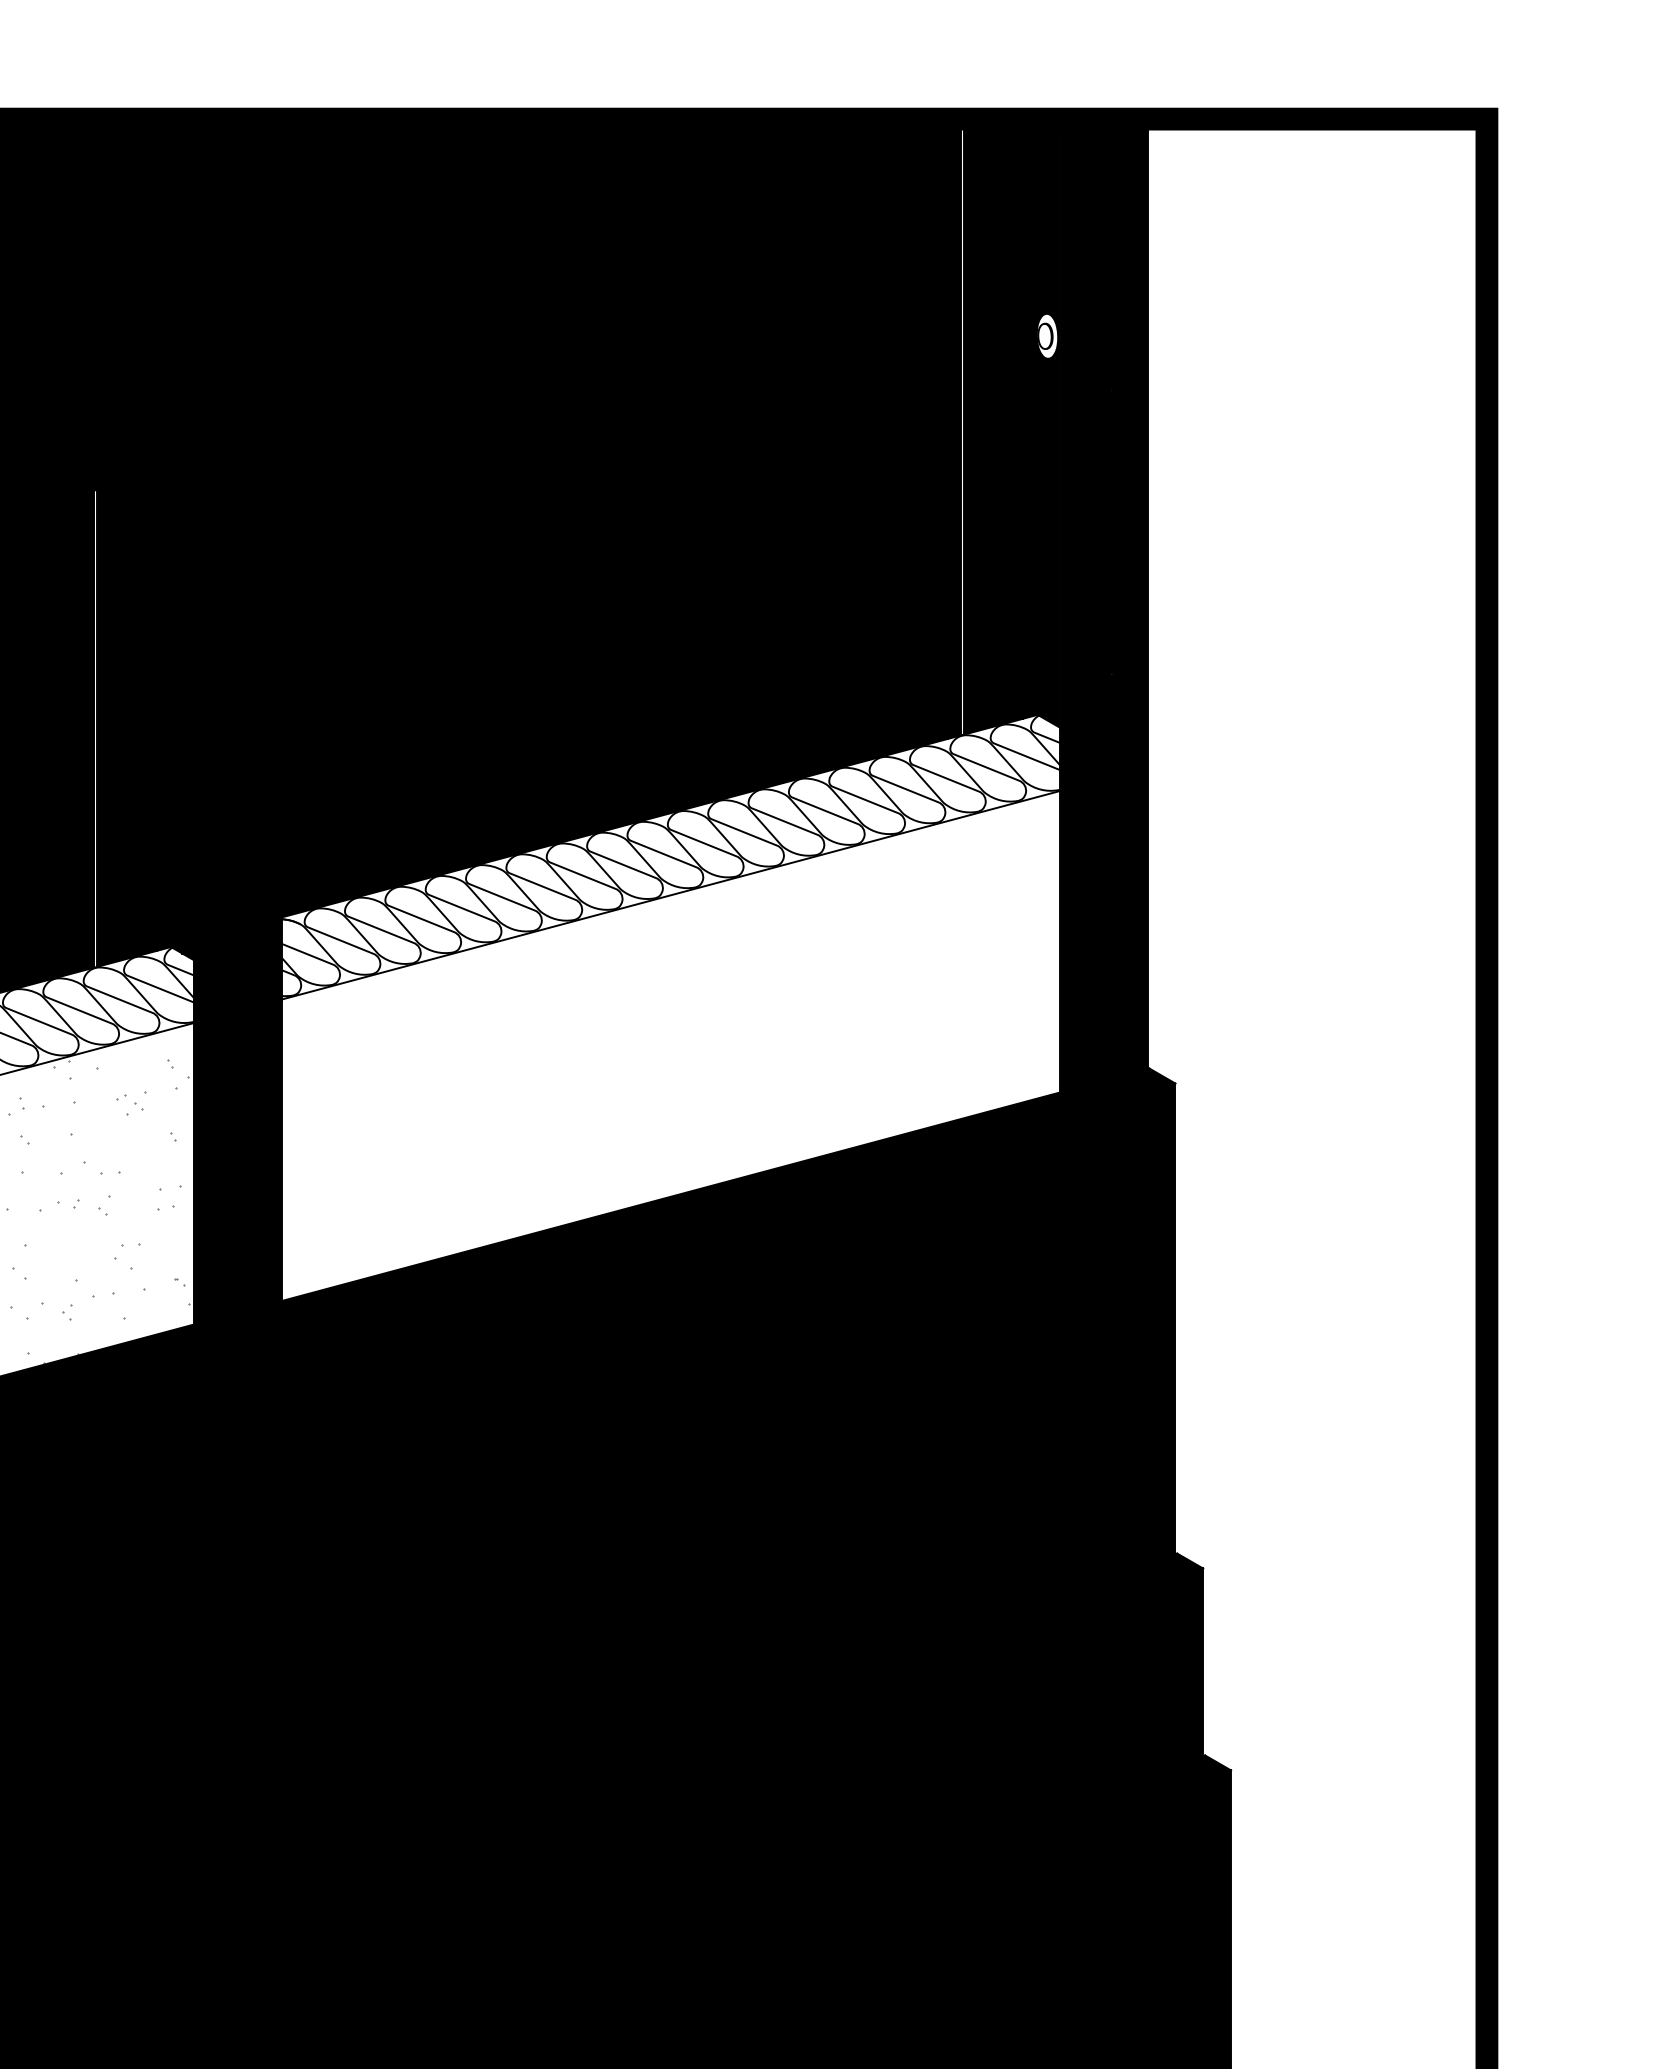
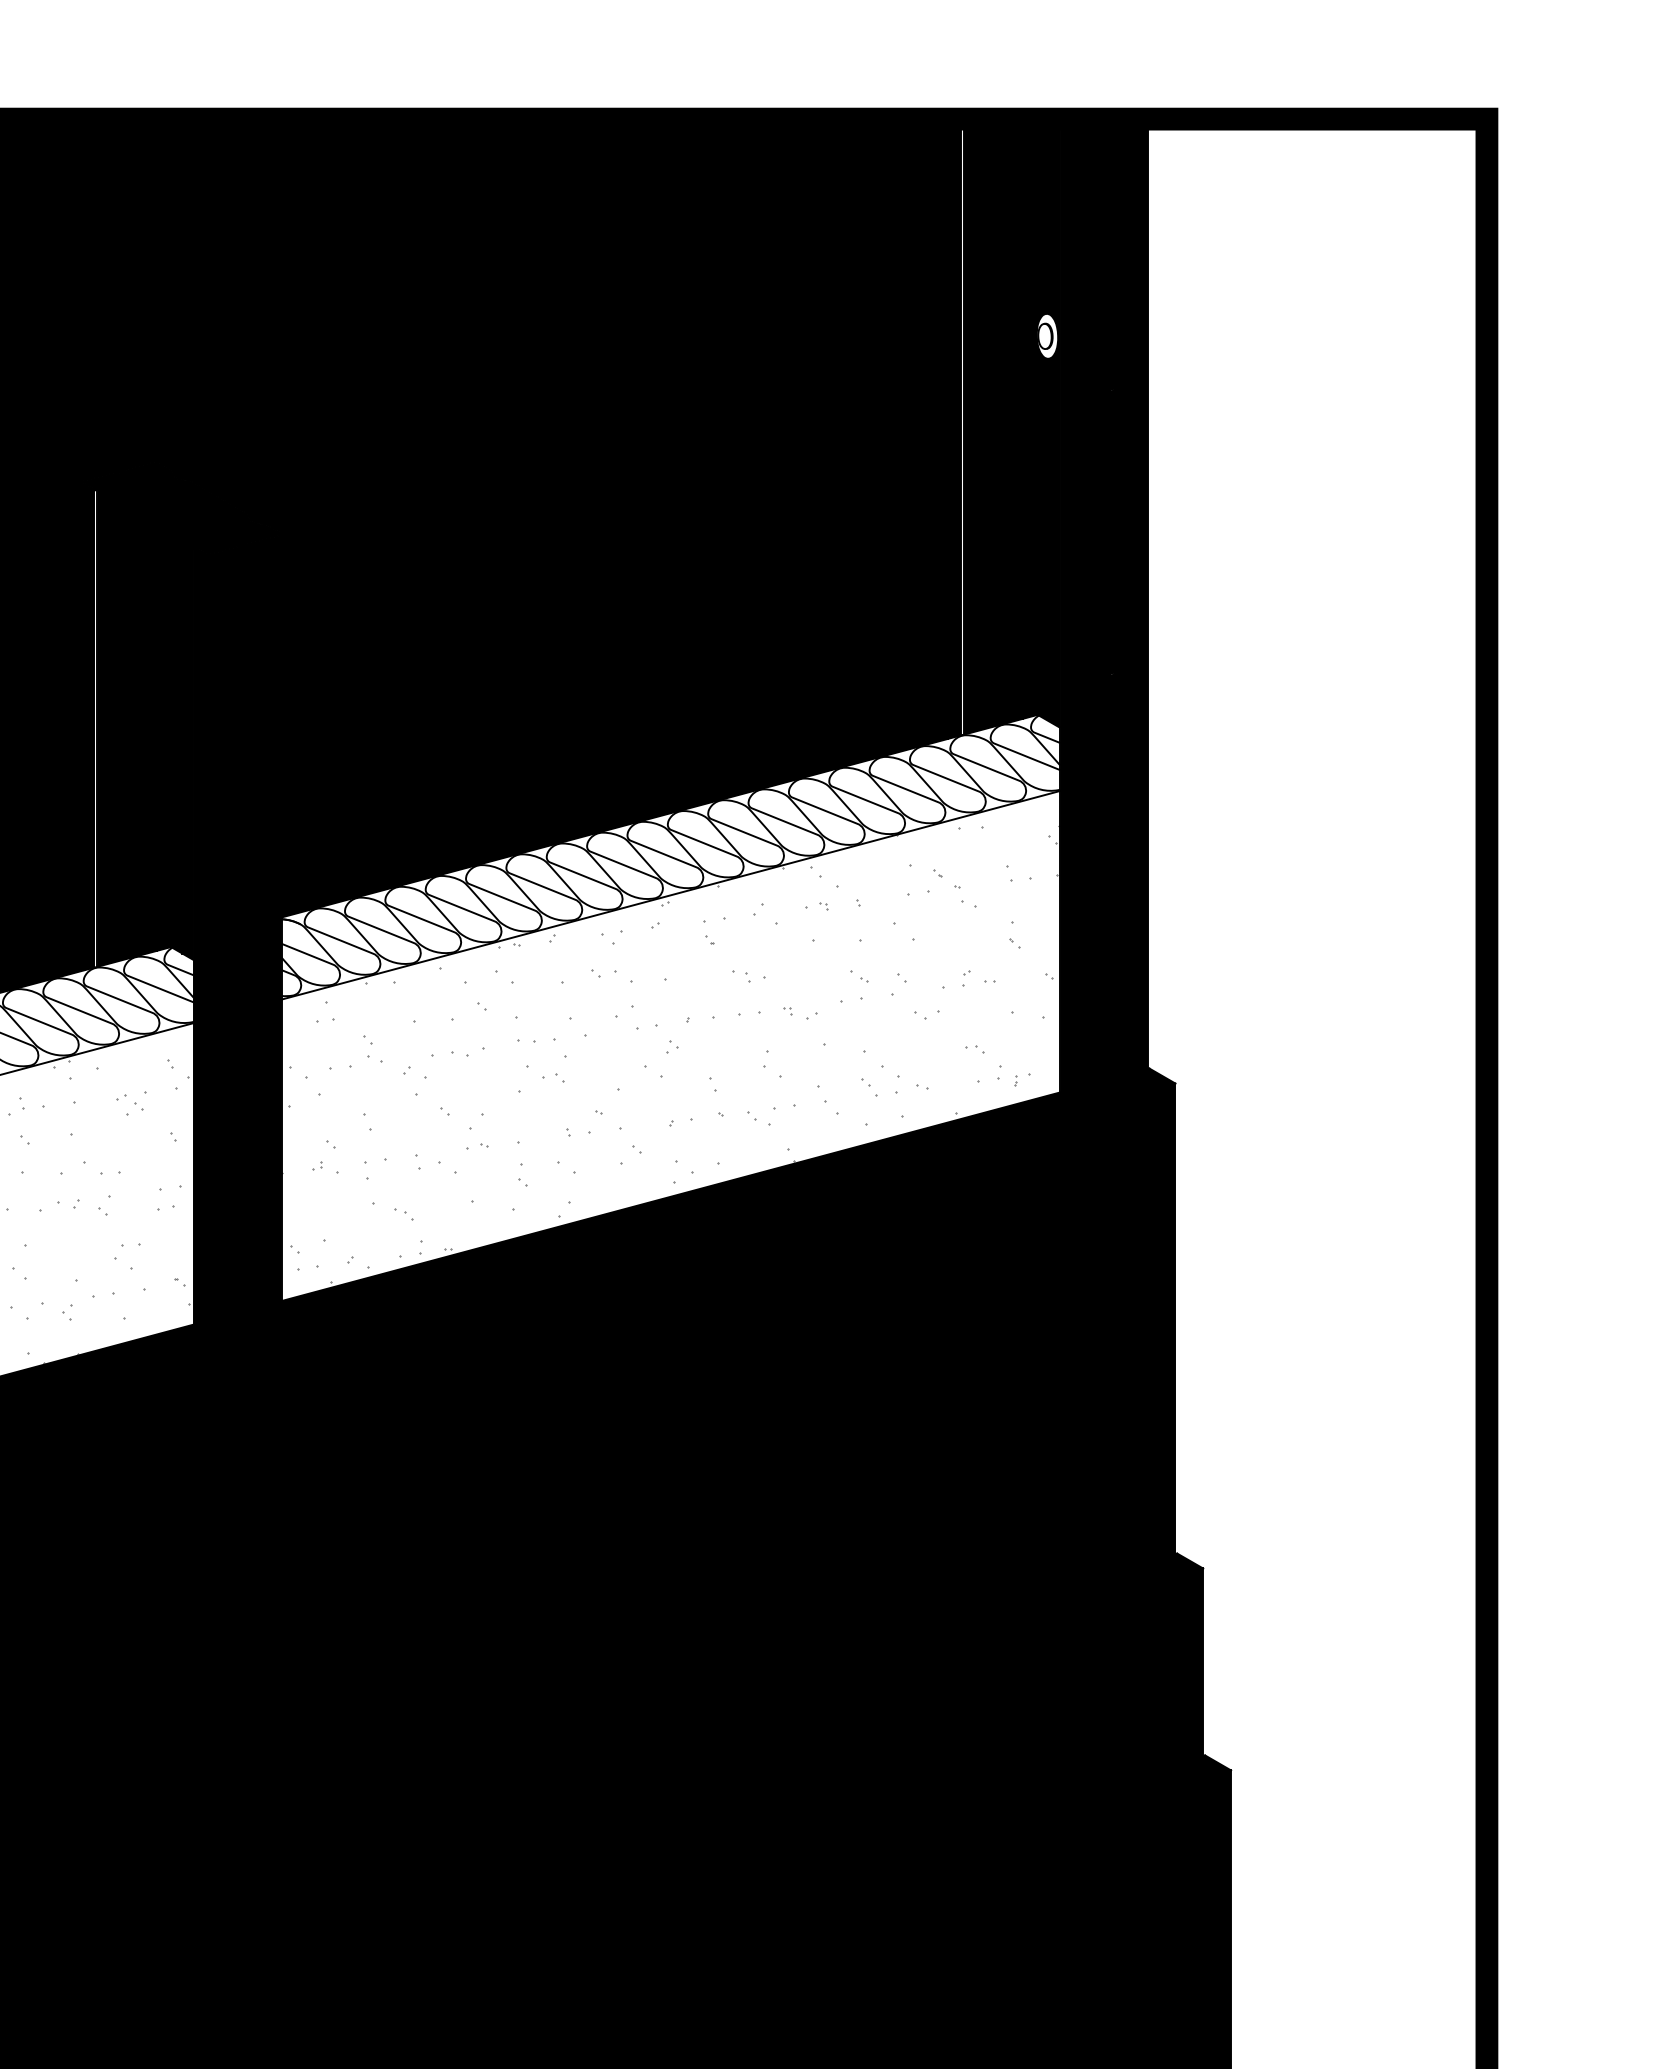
hatch at (670, 1054): none -> present
